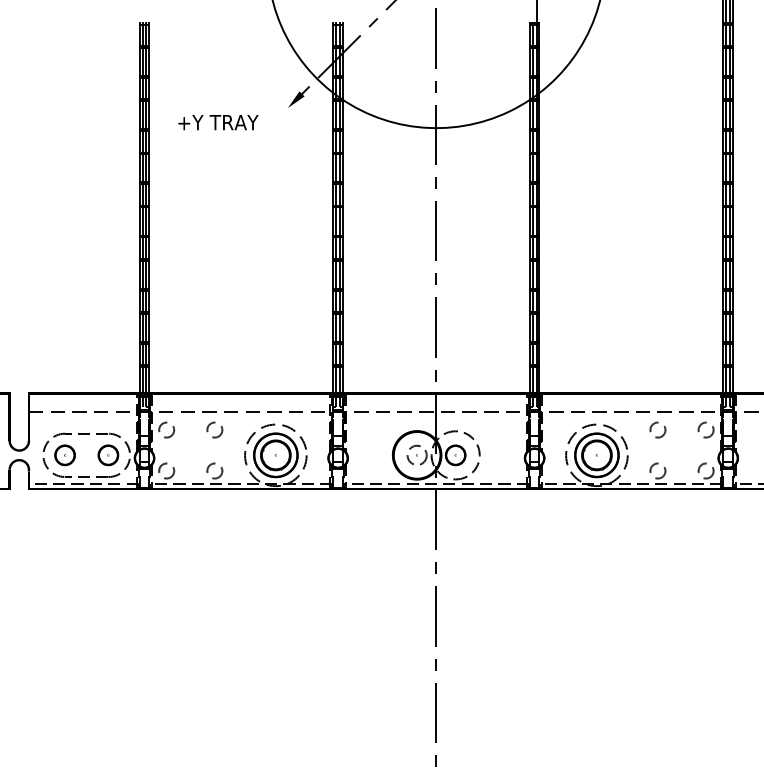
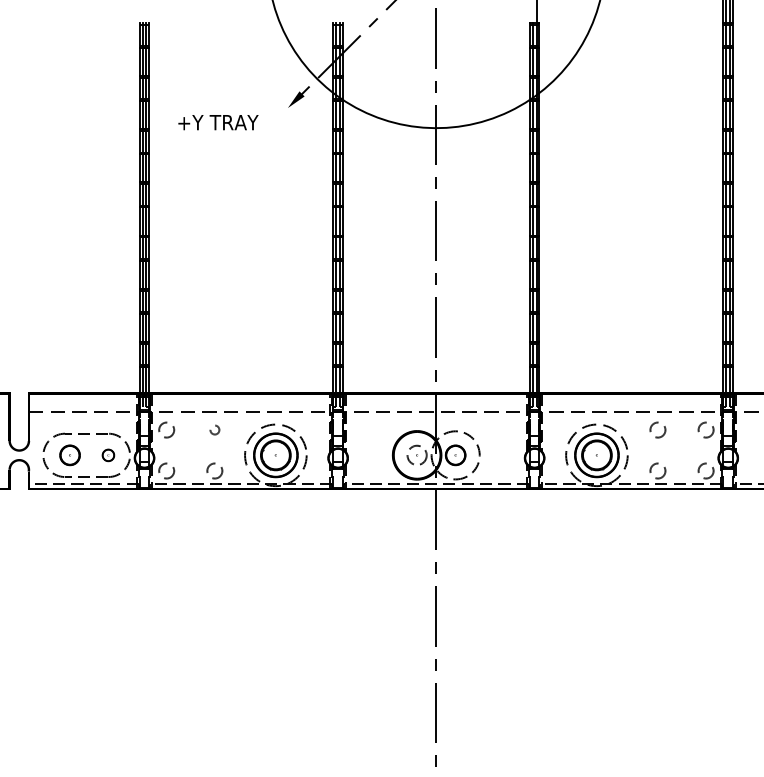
circle at (214, 429) size: 18x18 px -> 12x12 px
part at (64, 455) position: (64, 455) -> (69, 455)
part at (108, 455) size: 23x23 px -> 15x15 px
